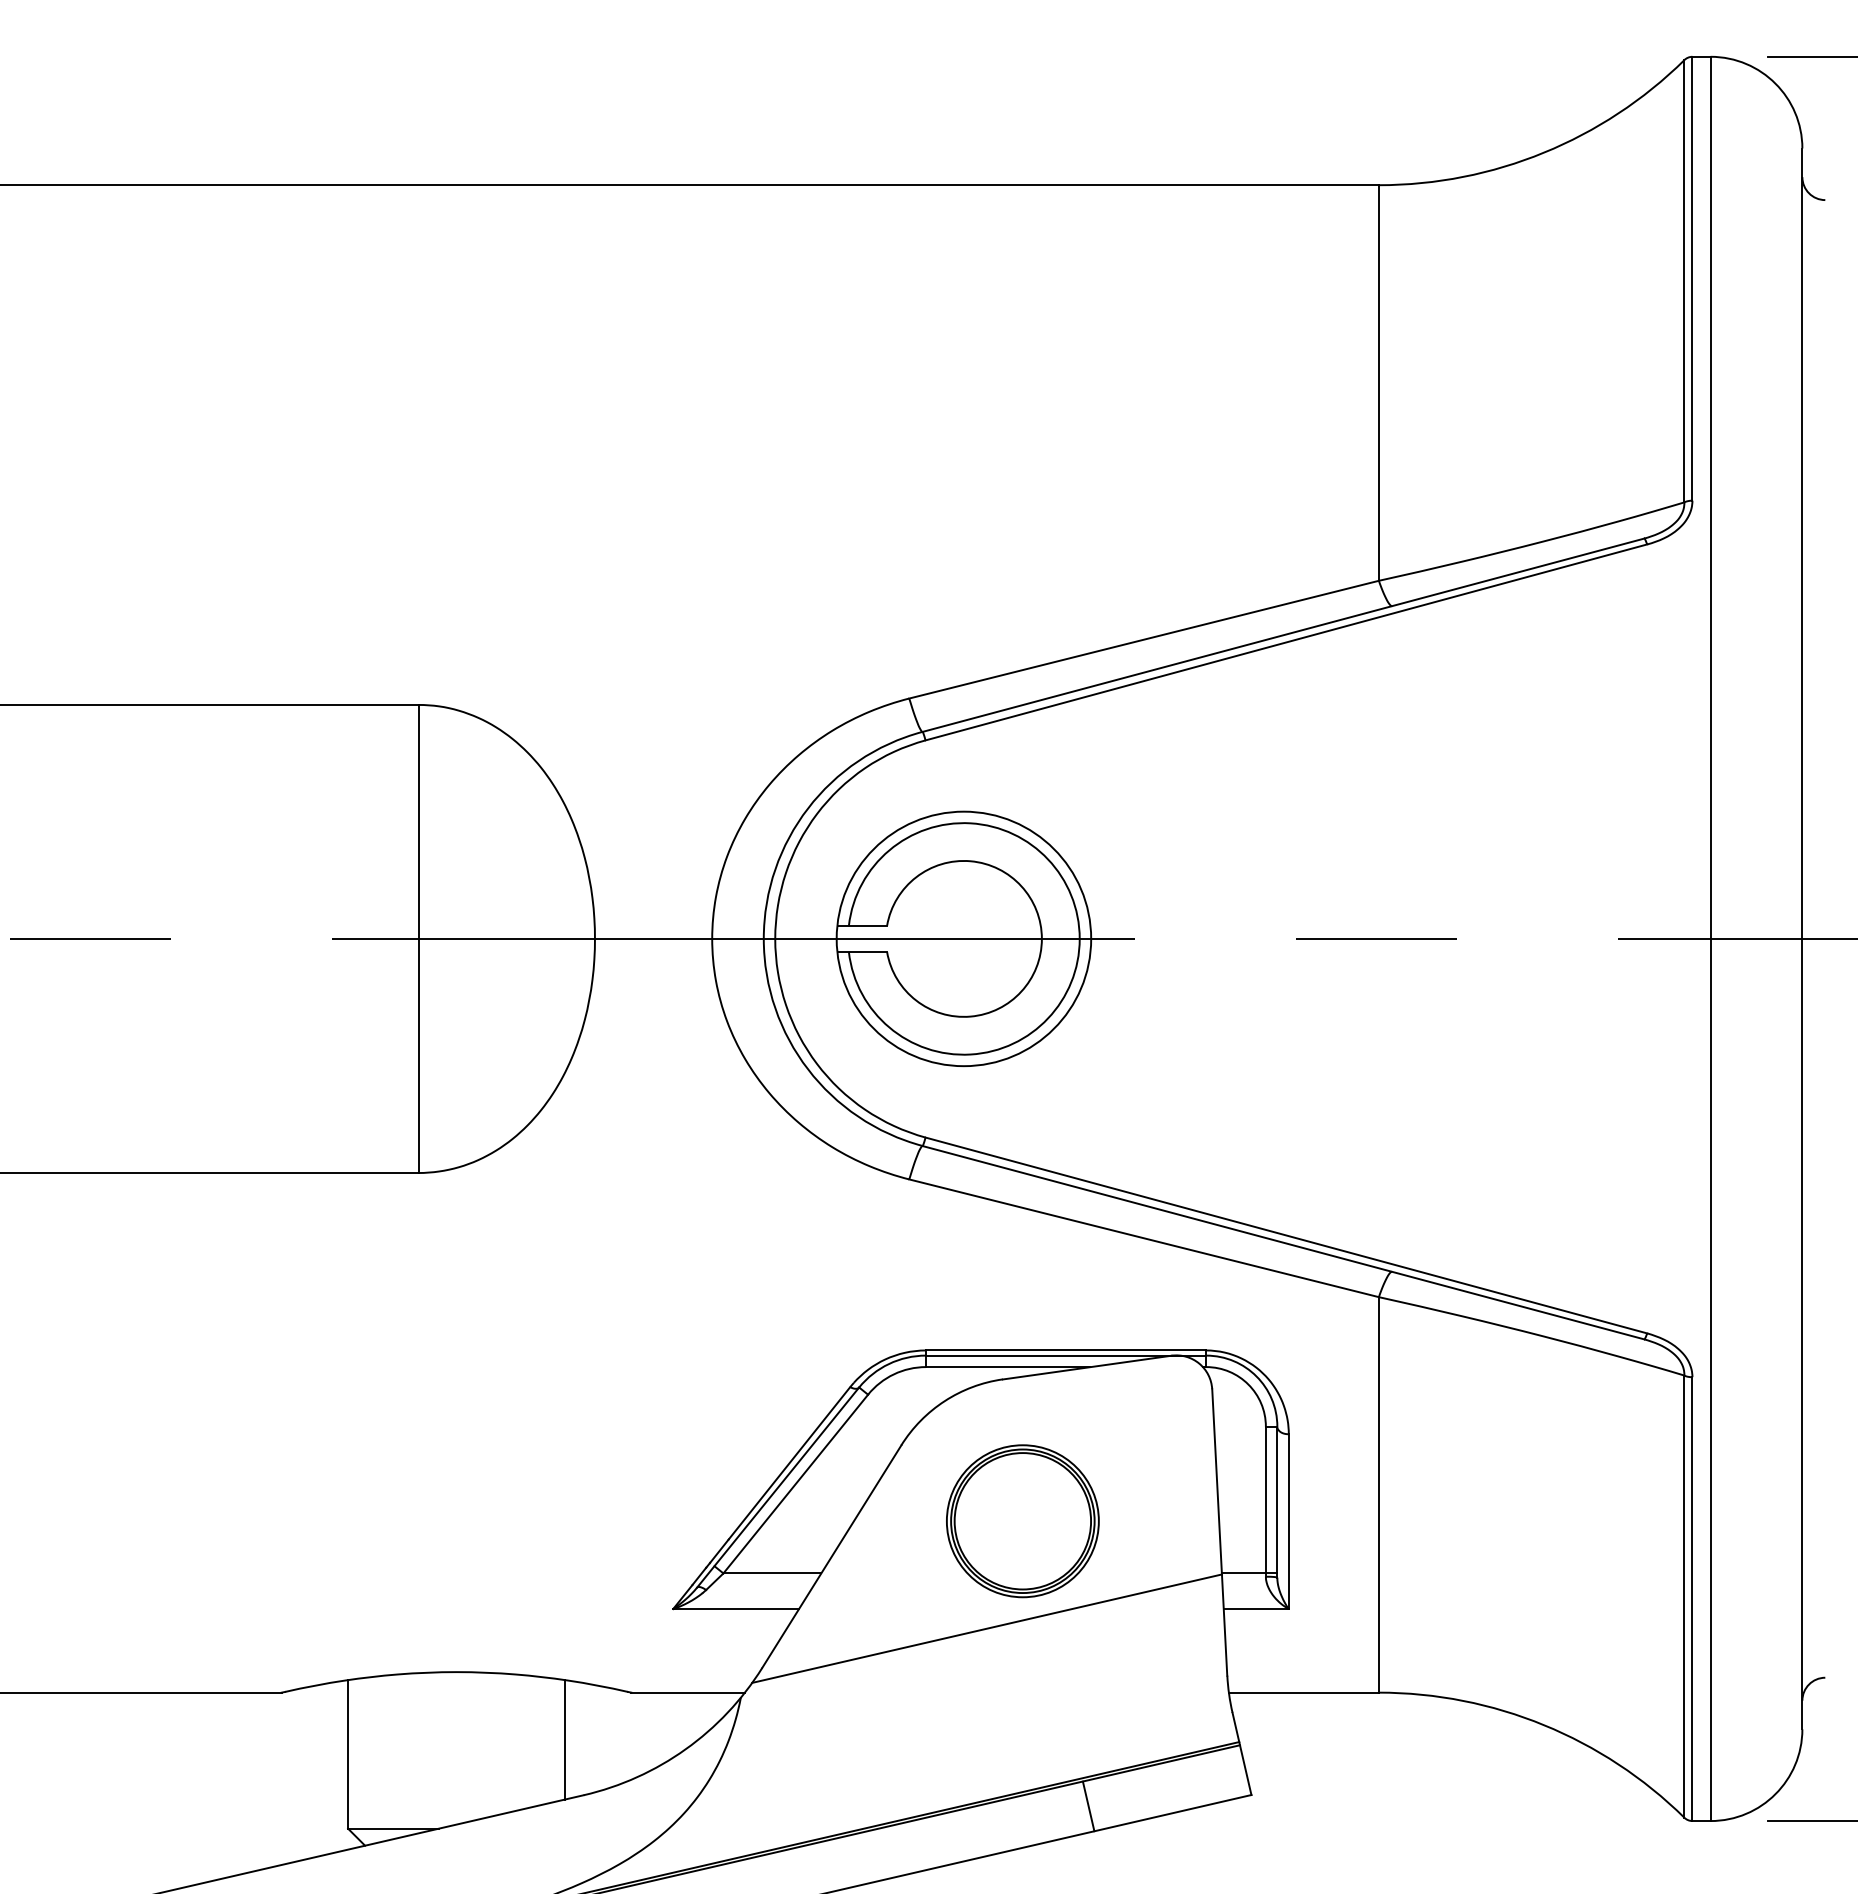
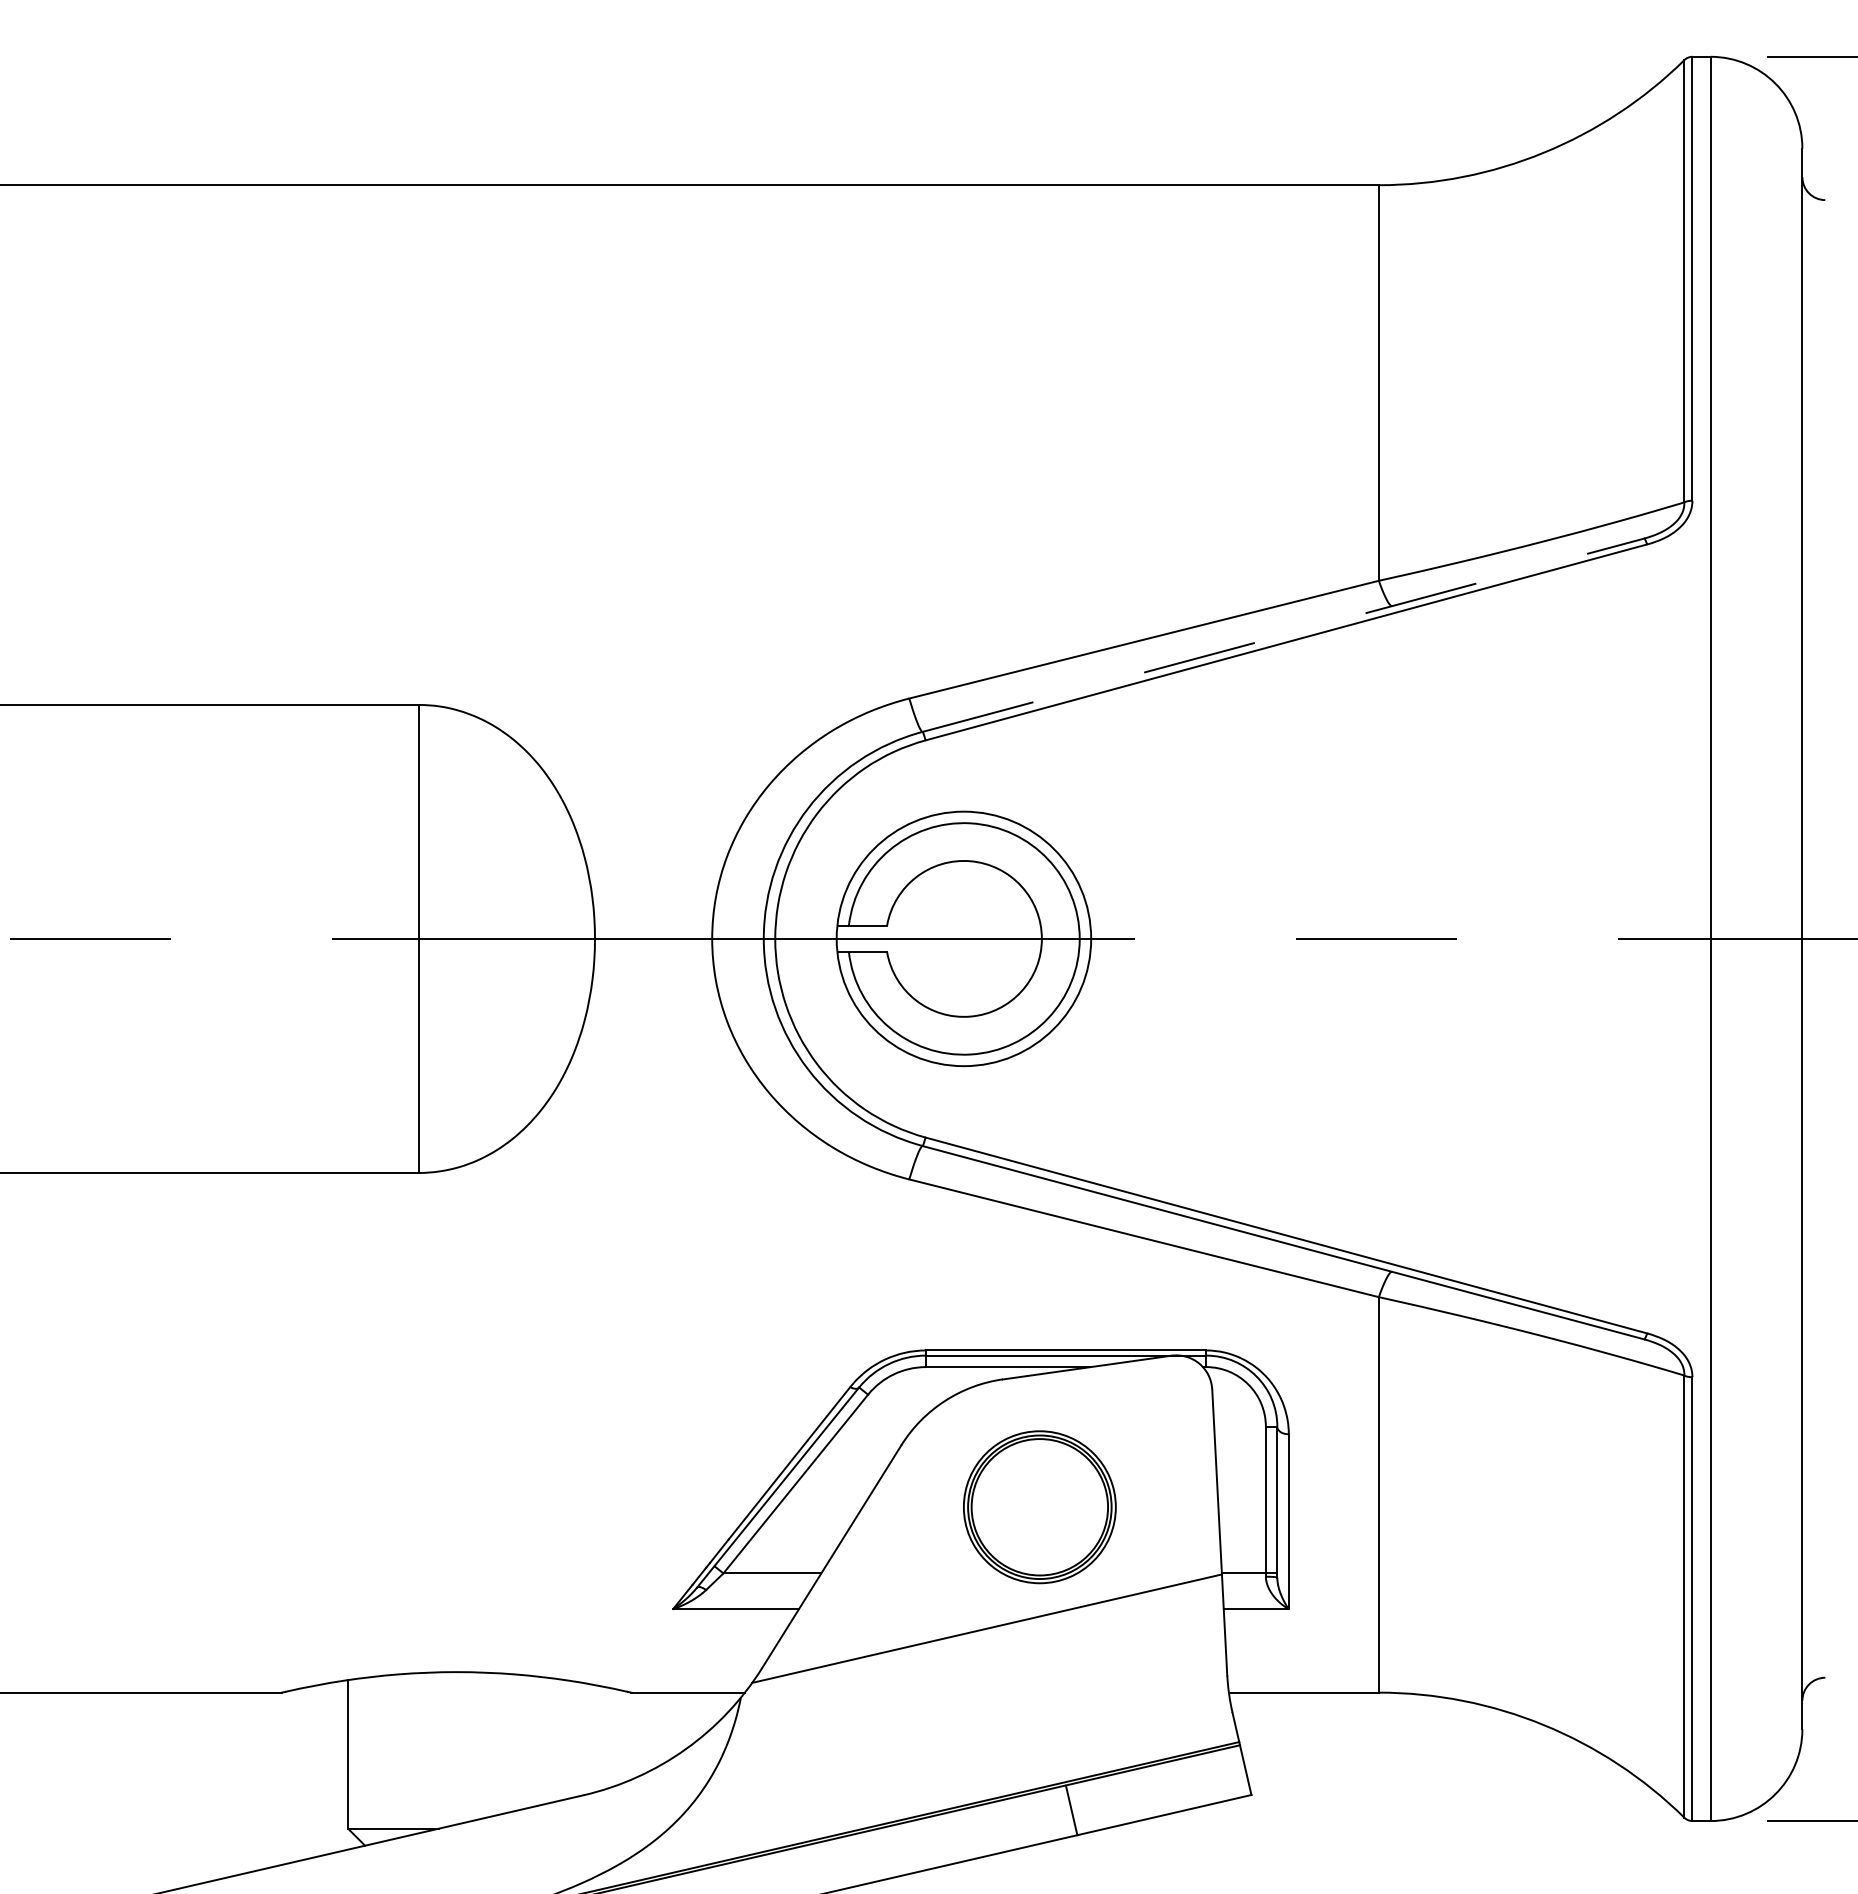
line at (1283, 635): solid -> dashed
part at (1022, 1521) position: (1022, 1521) -> (1039, 1507)
line at (564, 1739): present -> none
line at (1088, 1806) position: (1088, 1806) -> (1071, 1810)
